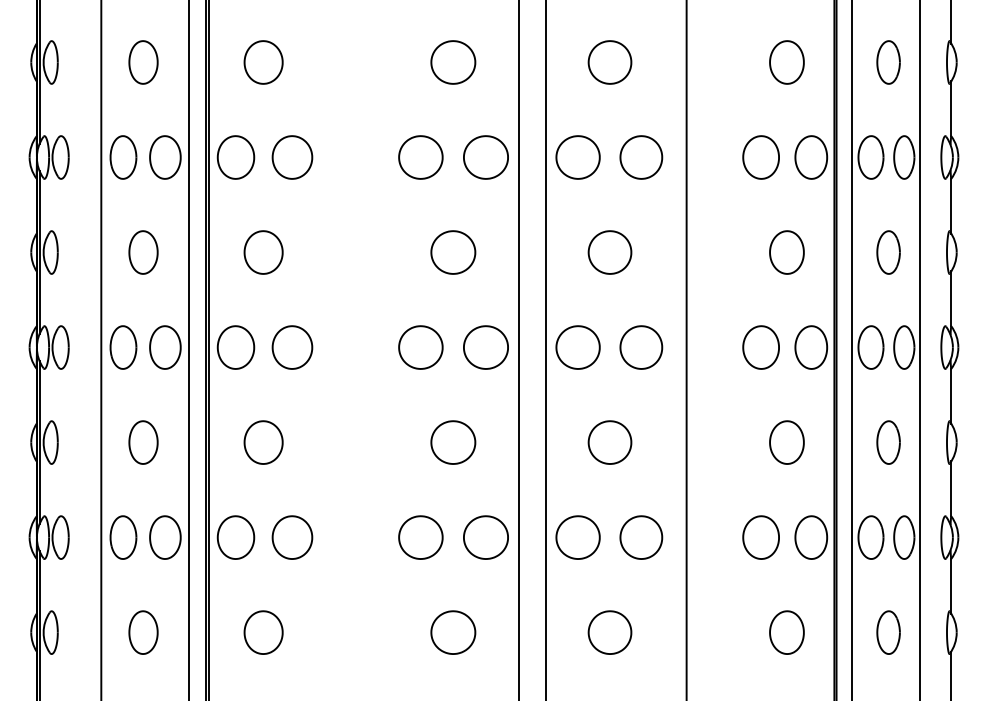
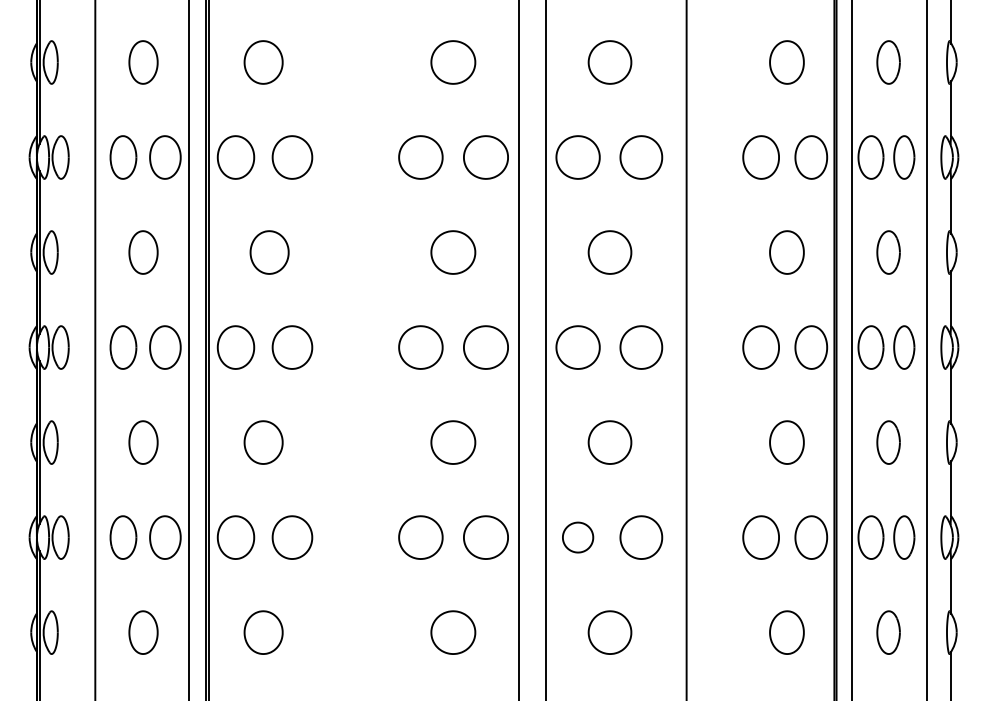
part at (263, 252) position: (263, 252) -> (269, 252)
line at (101, 349) position: (101, 349) -> (95, 349)
line at (919, 349) position: (919, 349) -> (926, 349)
part at (577, 537) size: 46x45 px -> 33x33 px
